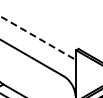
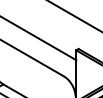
line at (74, 16): none -> present
line at (38, 38): dashed -> solid
